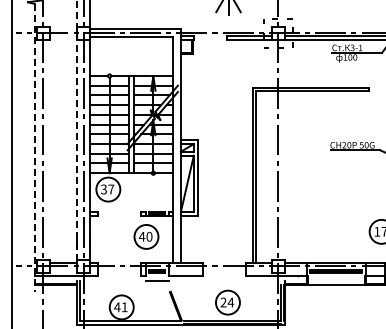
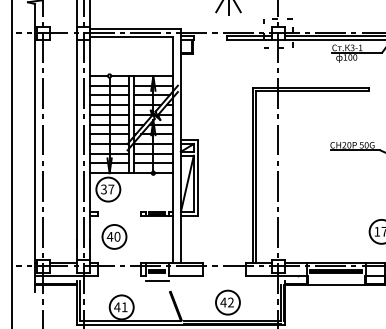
line at (77, 130): dashed -> solid
line at (35, 148): dashed -> solid
part at (146, 236) position: (146, 236) -> (114, 236)
text at (227, 302): 24 -> 42
